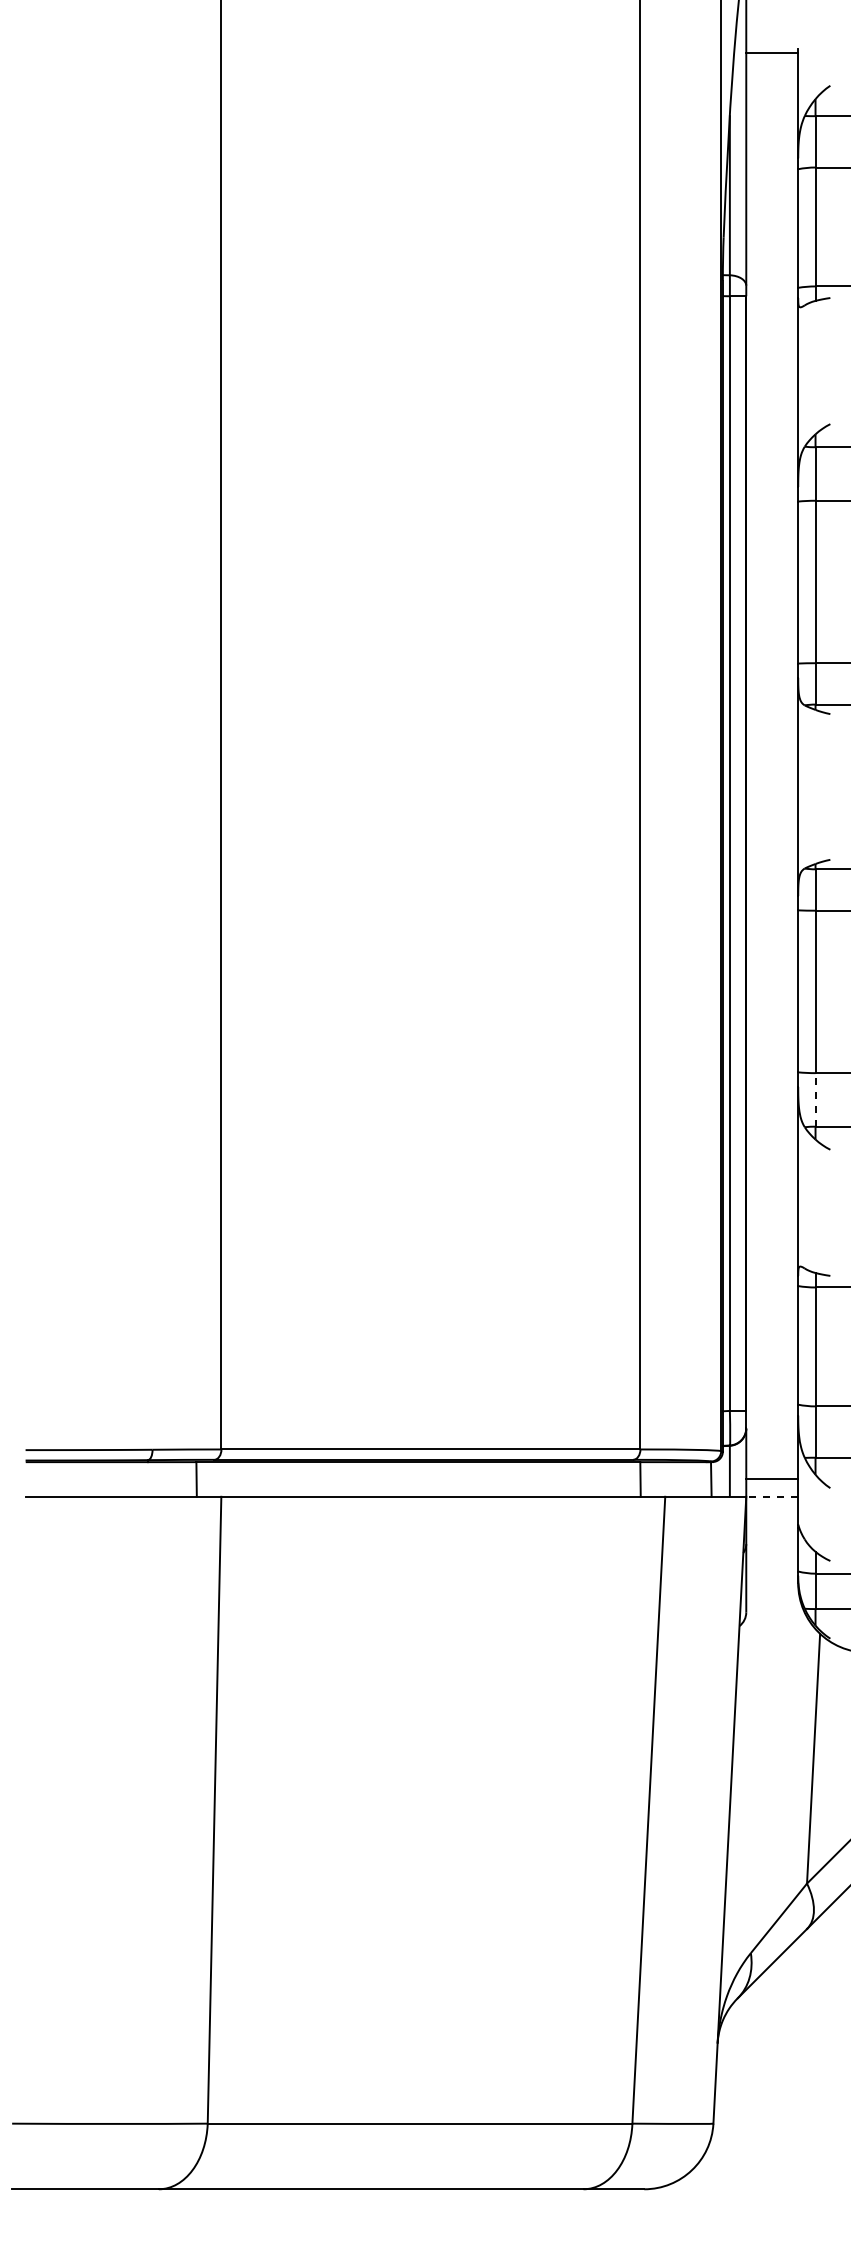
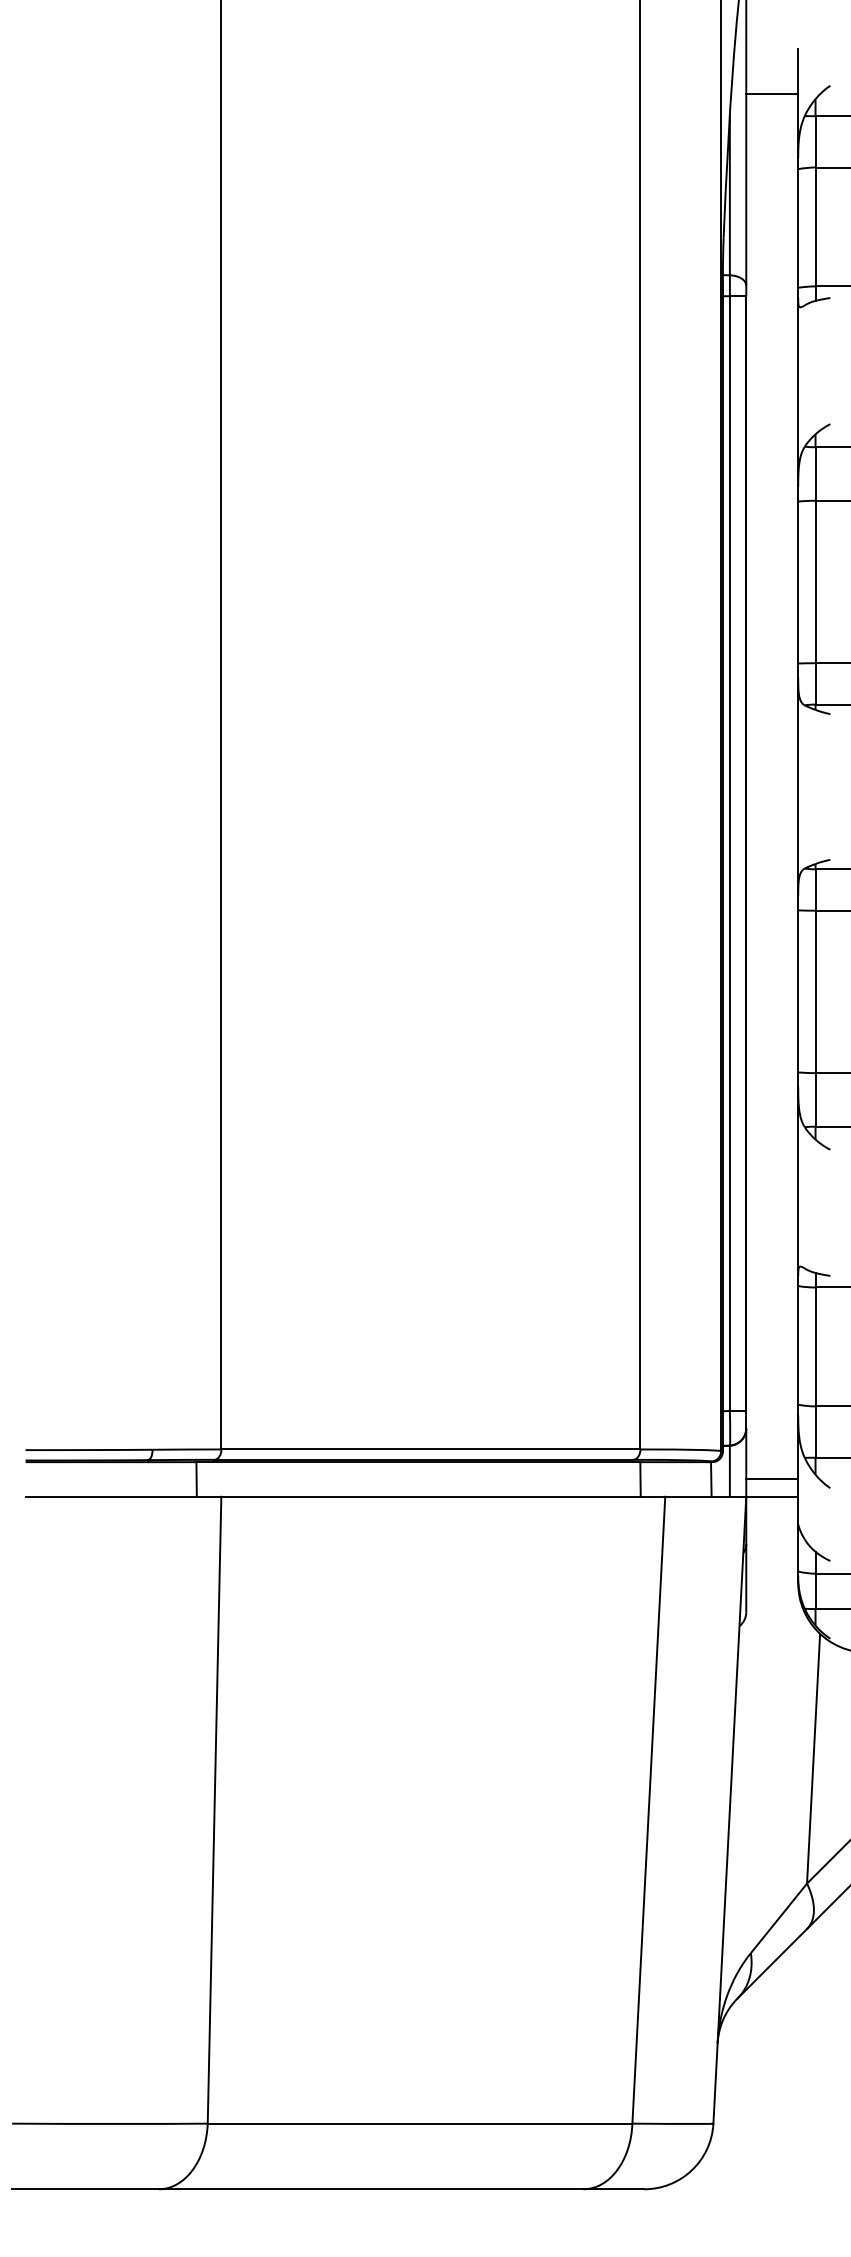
line at (772, 53) position: (772, 53) -> (772, 94)
line at (815, 1099): dashed -> solid
line at (772, 1496): dashed -> solid
